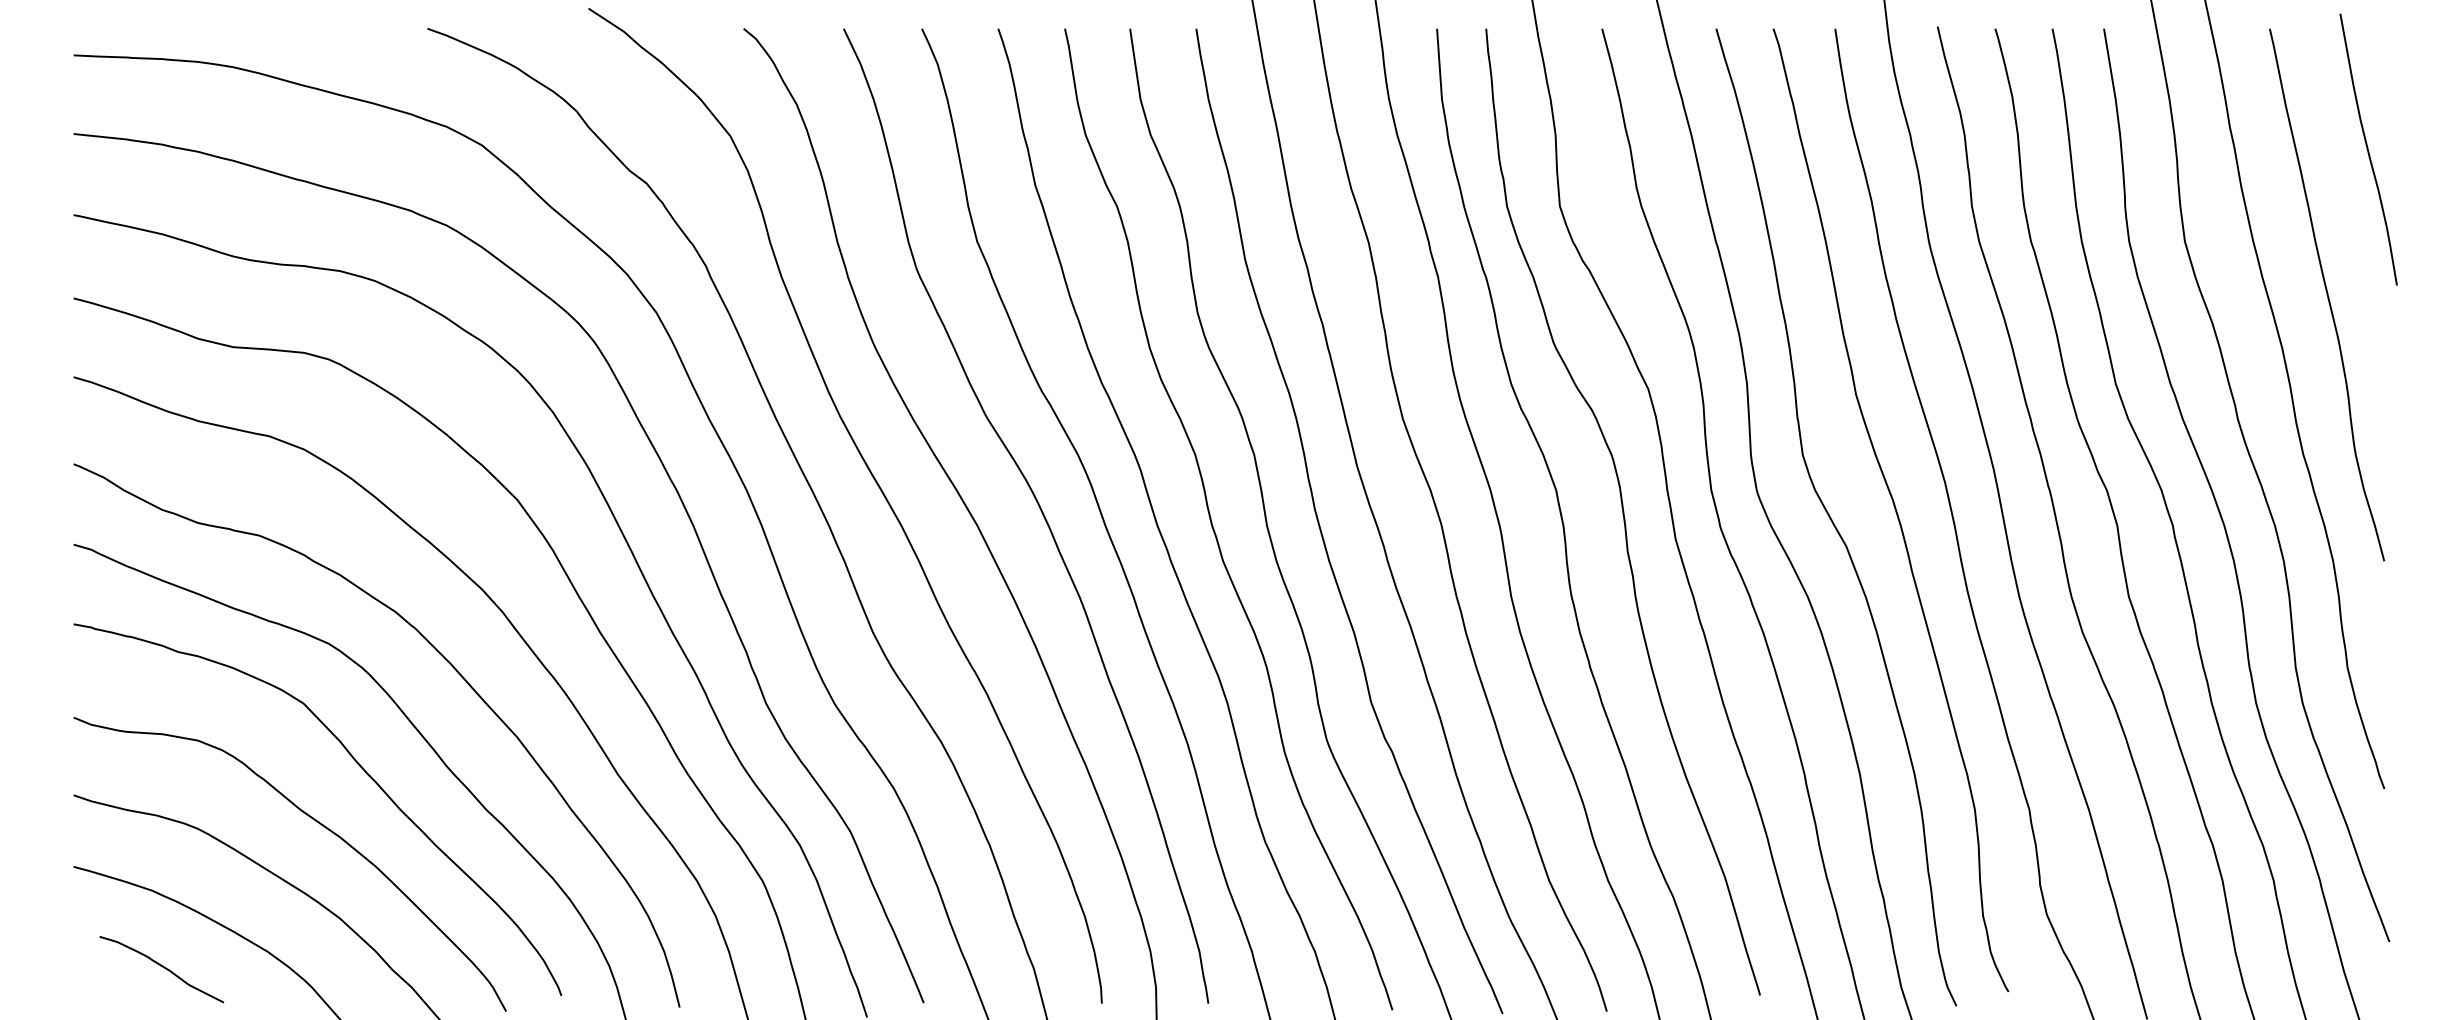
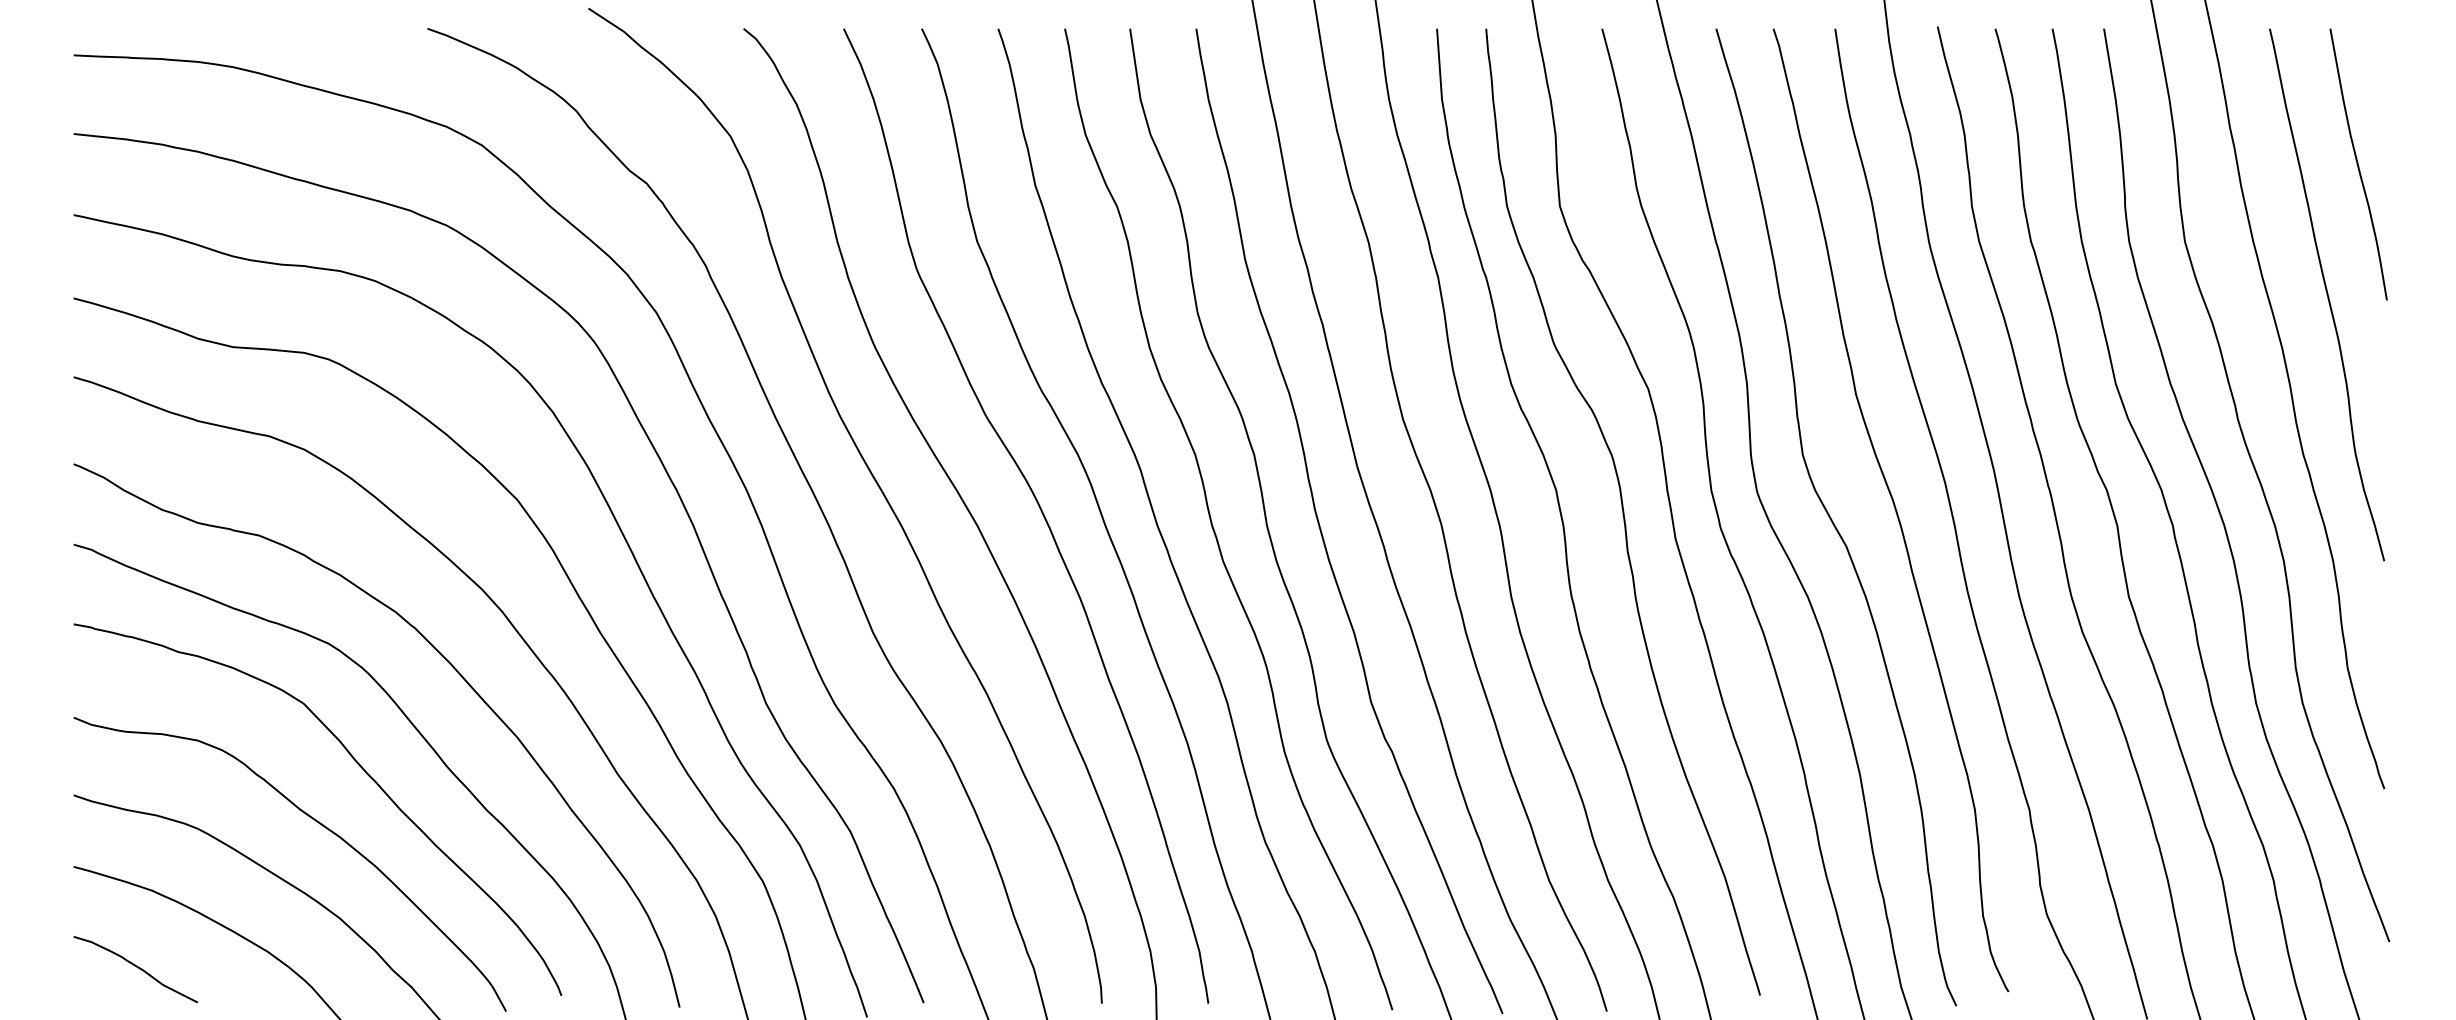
curve at (2368, 149) position: (2368, 149) -> (2358, 164)
curve at (162, 967) position: (162, 967) -> (136, 967)
